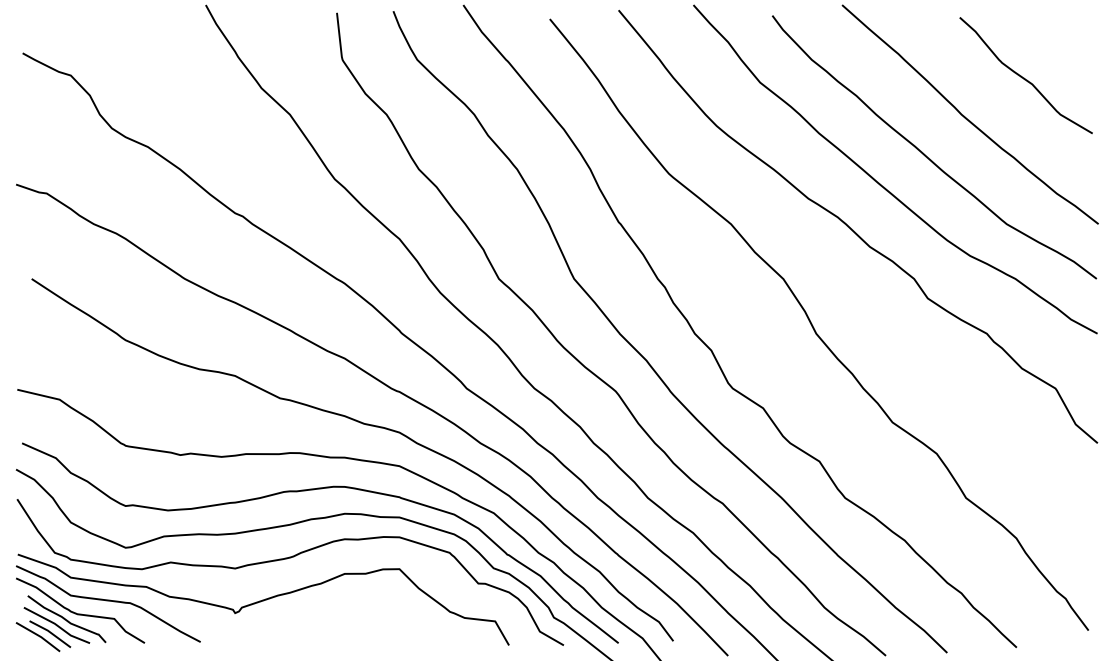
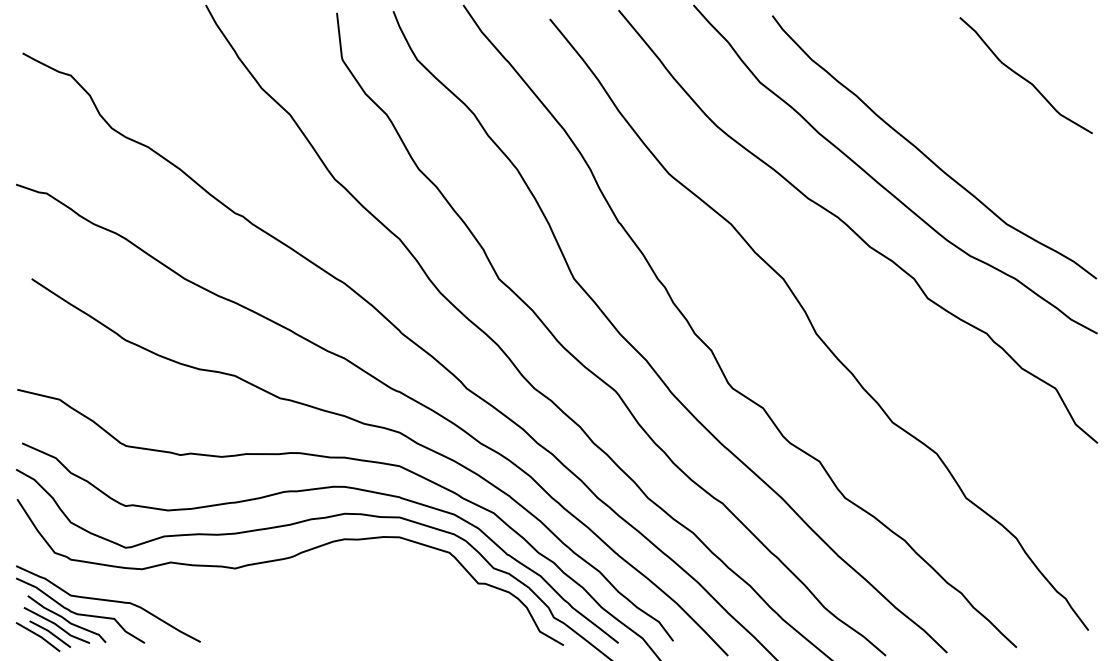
curve at (966, 117): present -> none
curve at (263, 599): present -> none
